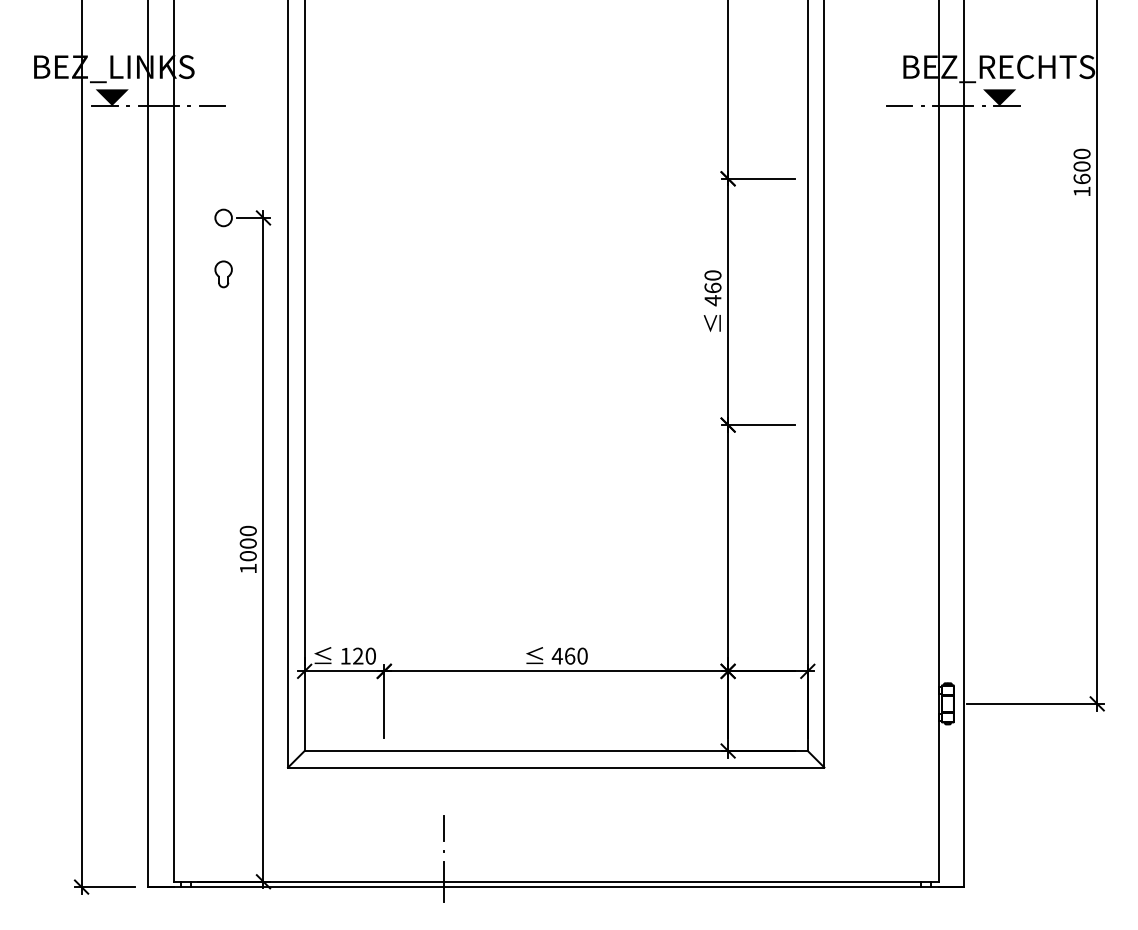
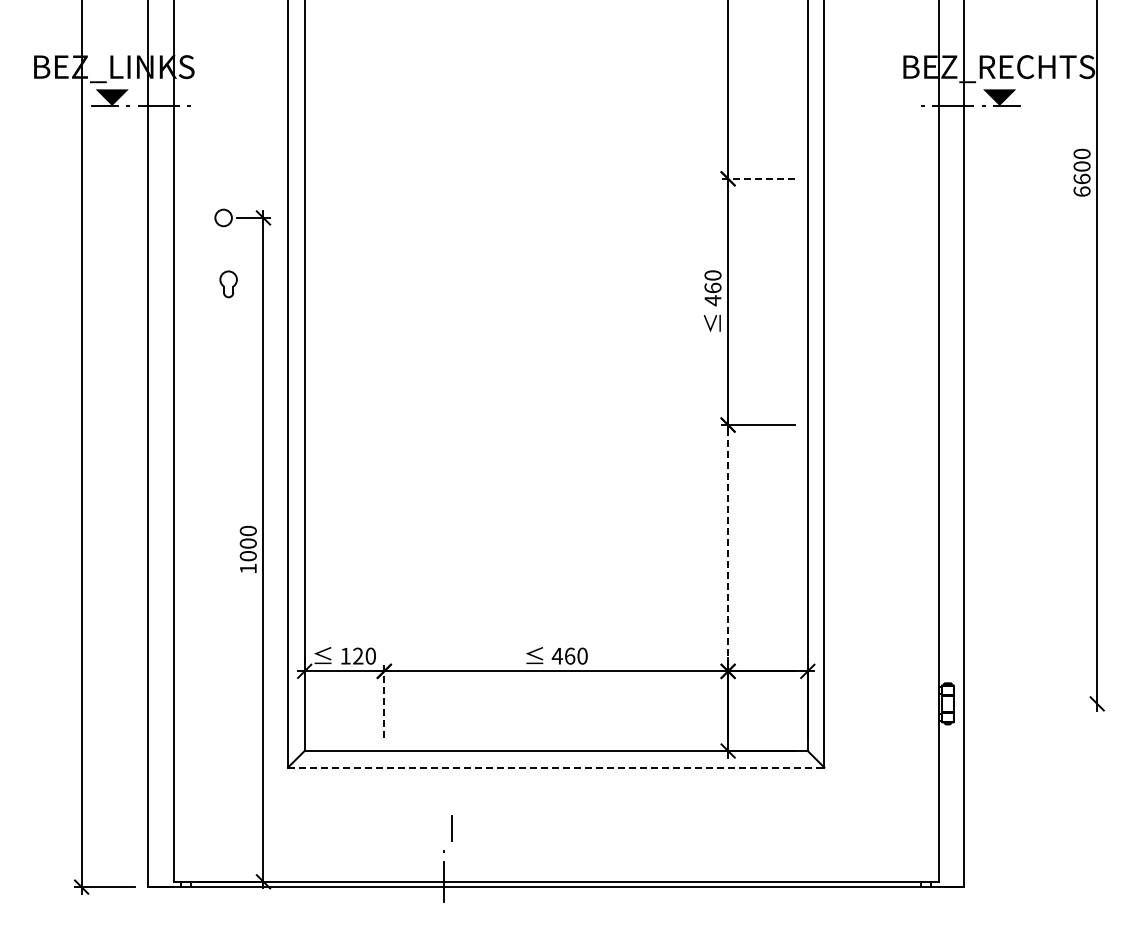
line at (212, 105): present -> none
line at (899, 105): present -> none
line at (758, 178): solid -> dashed
text at (1081, 191): 1600 -> 6600
part at (223, 274) position: (223, 274) -> (228, 284)
line at (728, 548): solid -> dashed
line at (384, 701): solid -> dashed
line at (1035, 703): present -> none
line at (556, 767): solid -> dashed
line at (443, 828) position: (443, 828) -> (451, 828)
